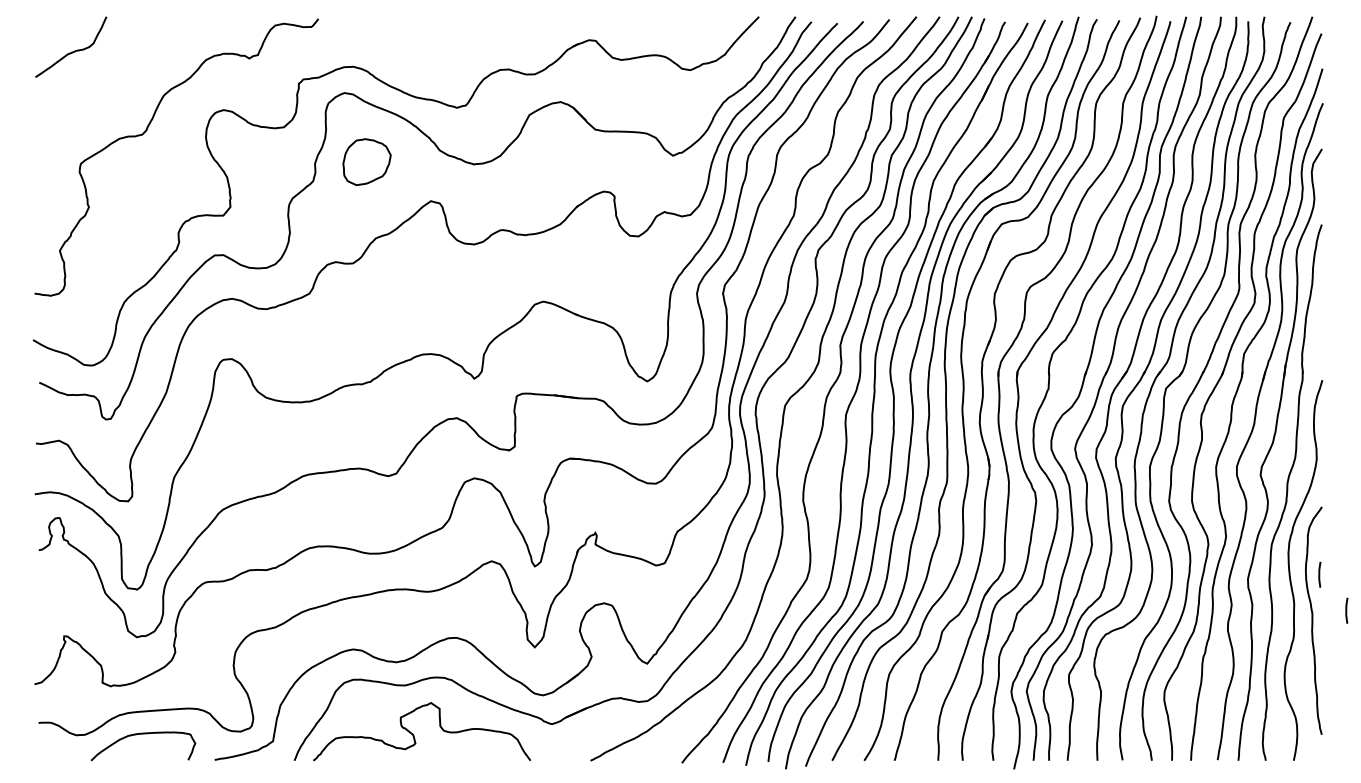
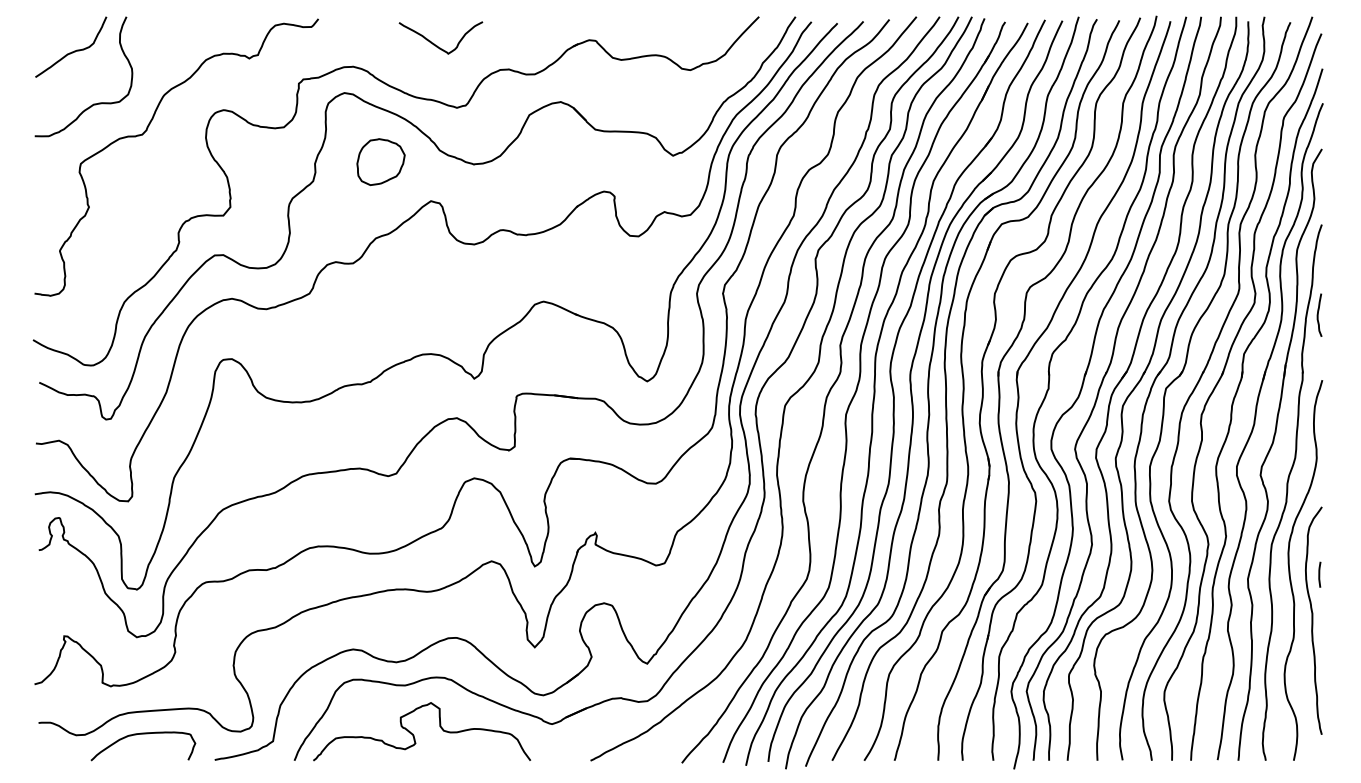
curve at (434, 43): none -> present
curve at (93, 103): none -> present
part at (366, 161) position: (366, 161) -> (380, 161)
curve at (1318, 314): none -> present
line at (1346, 610): present -> none
